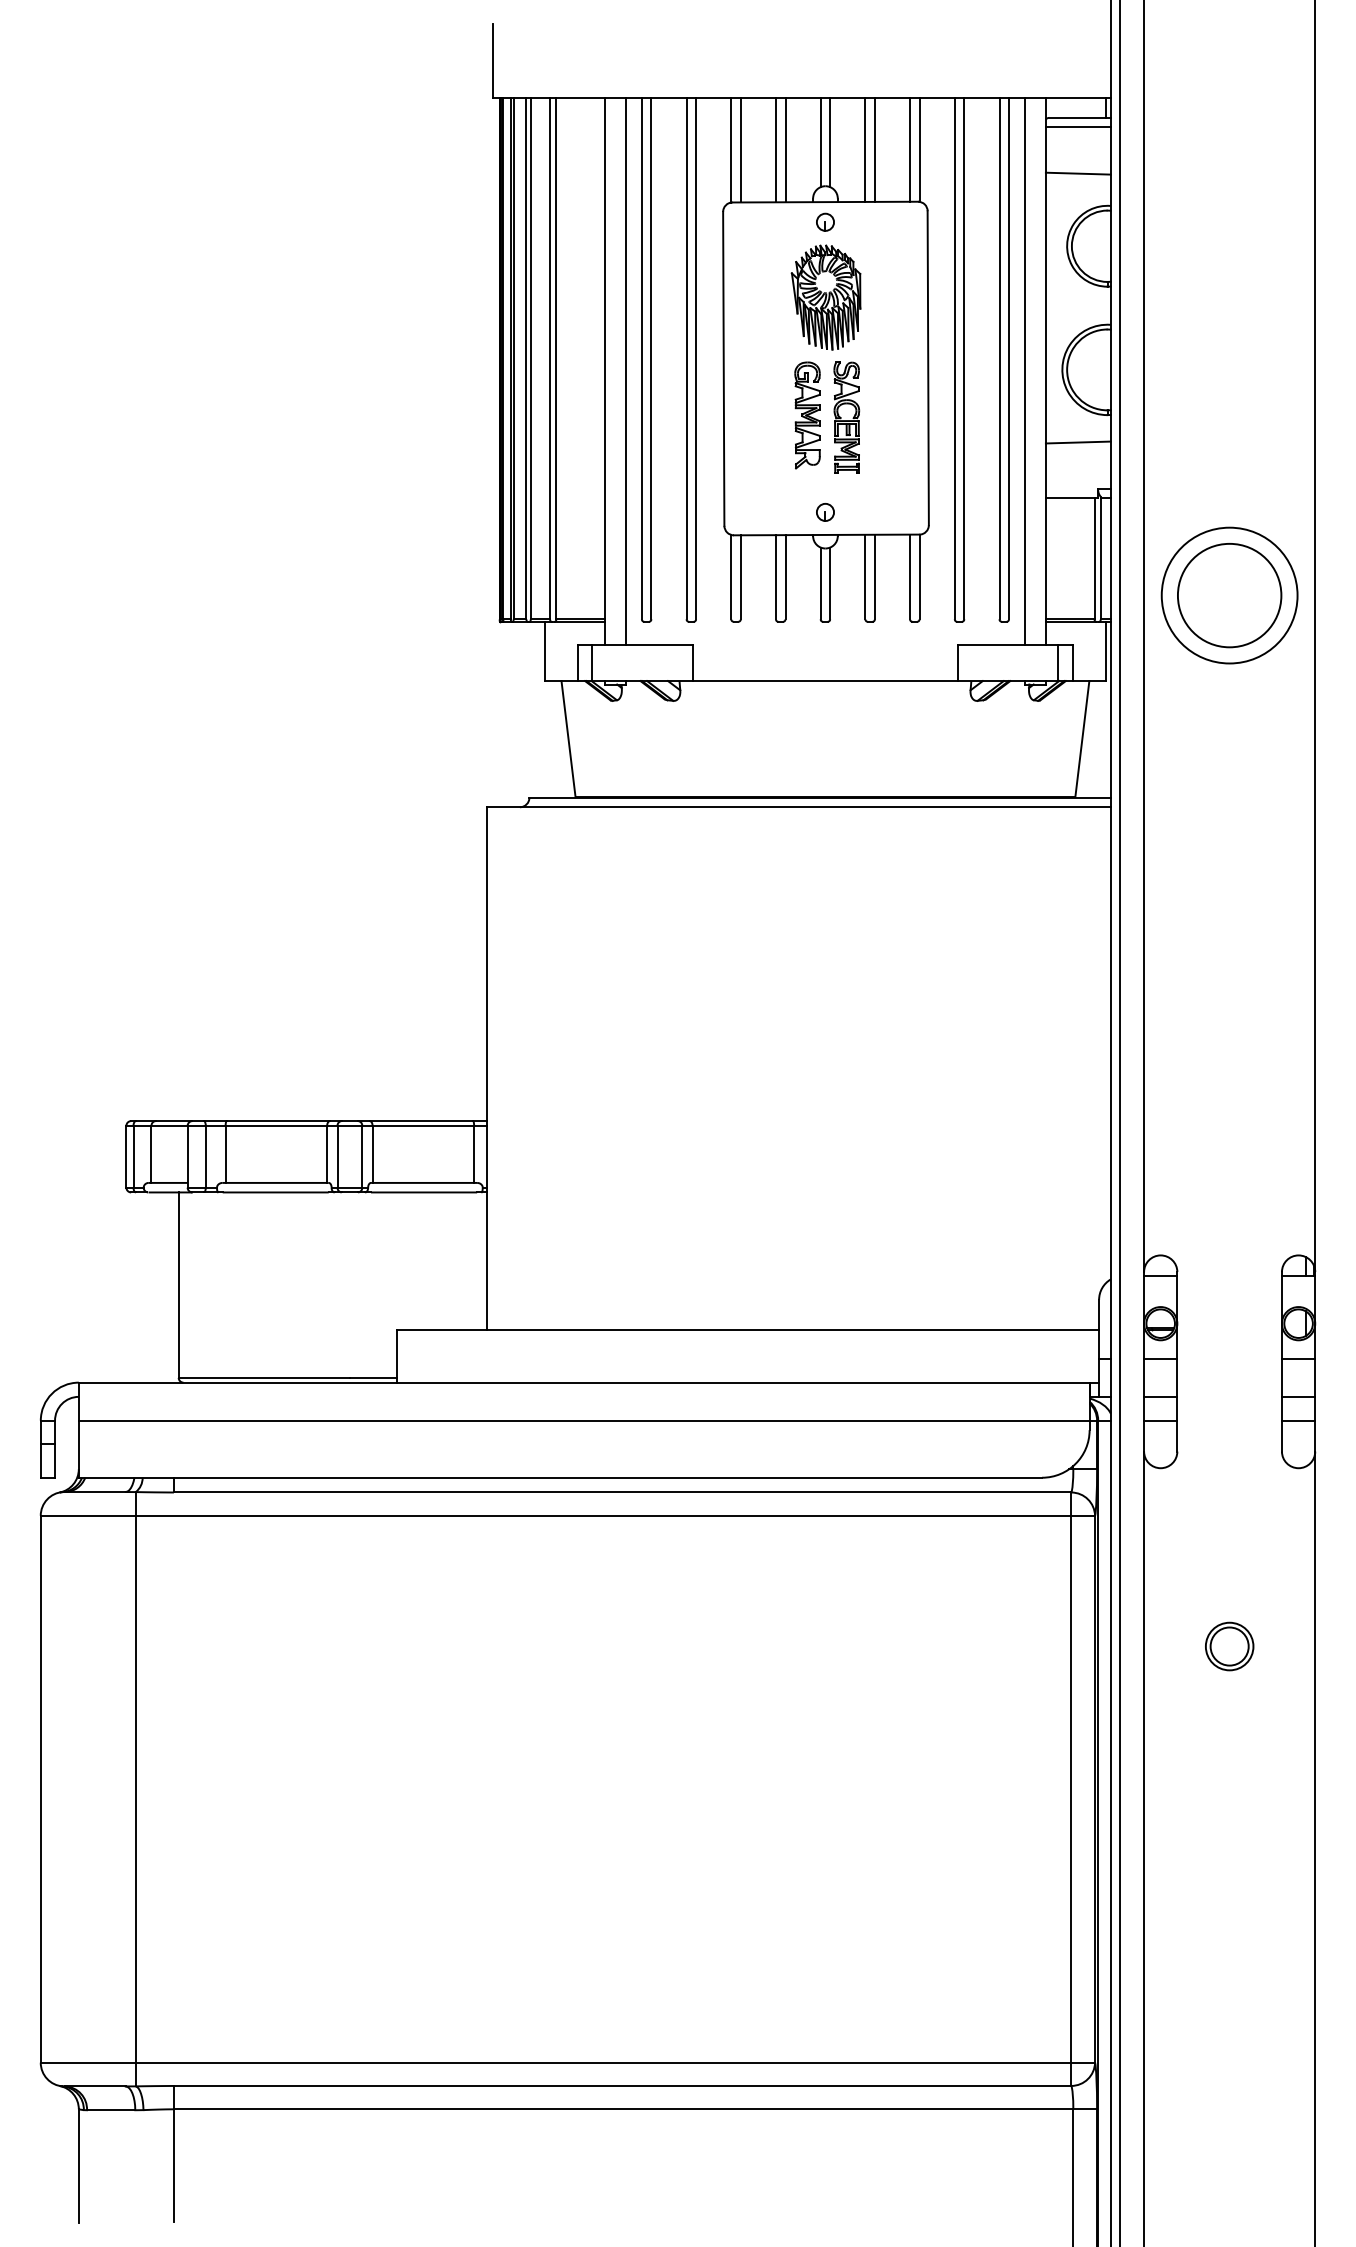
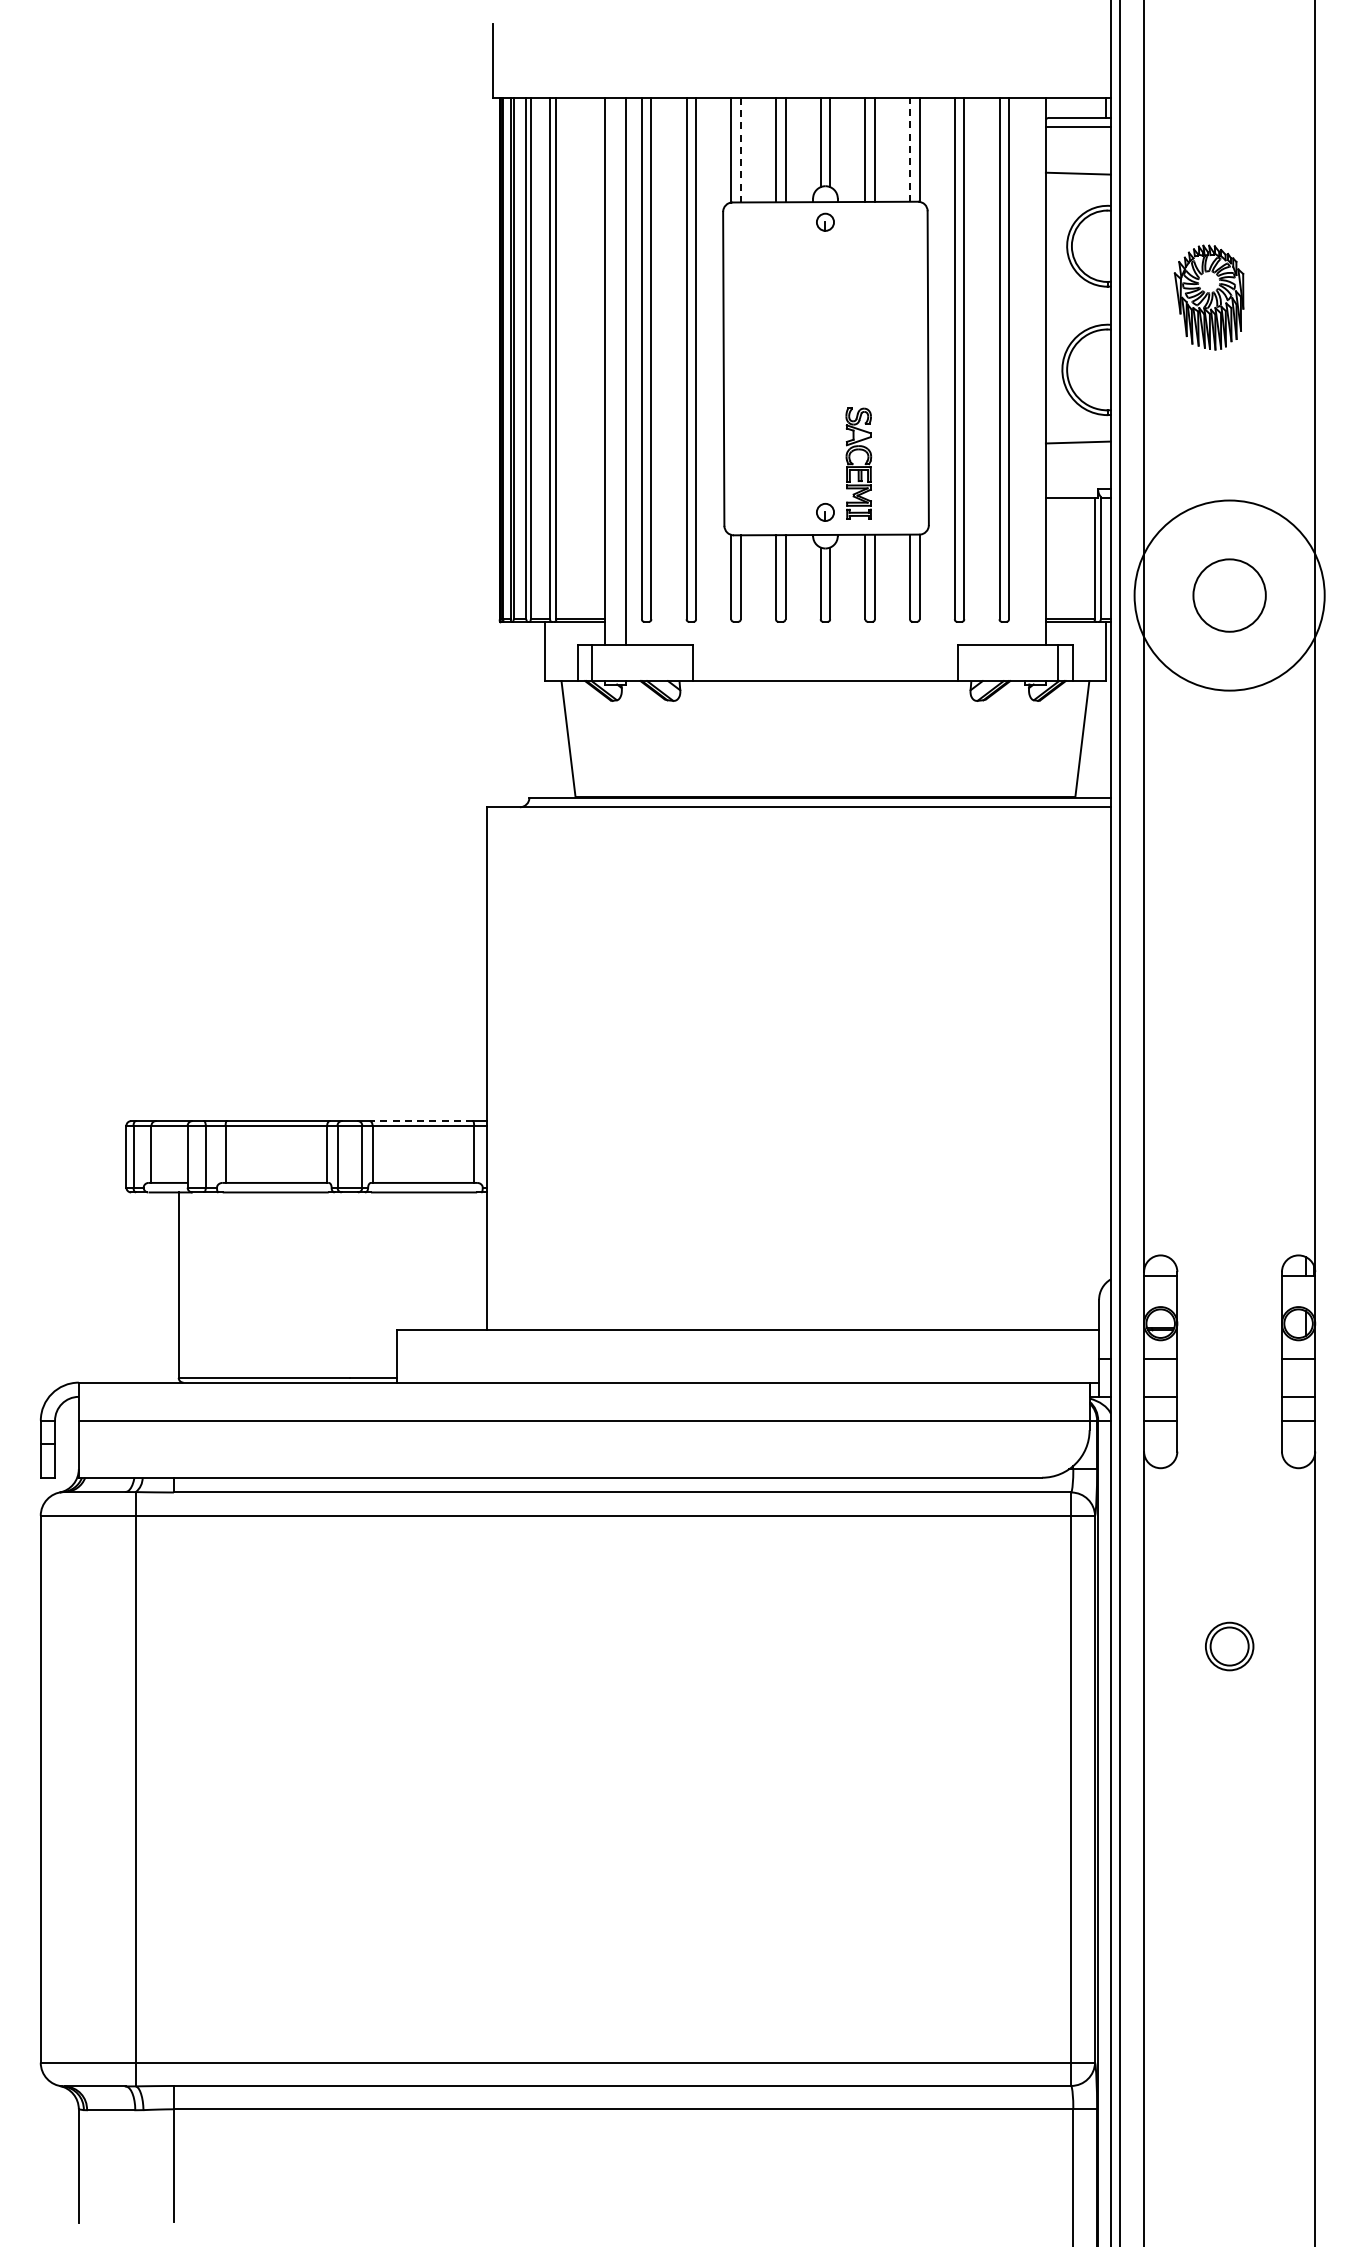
line at (910, 149): solid -> dashed
line at (740, 150): solid -> dashed
part at (825, 297) position: (825, 297) -> (1208, 297)
line at (1025, 370): present -> none
part at (807, 415): present -> none
part at (846, 417) position: (846, 417) -> (858, 463)
circle at (1229, 595) diameter: 103 px -> 72 px
circle at (1229, 595) diameter: 136 px -> 190 px
line at (421, 1121): solid -> dashed
